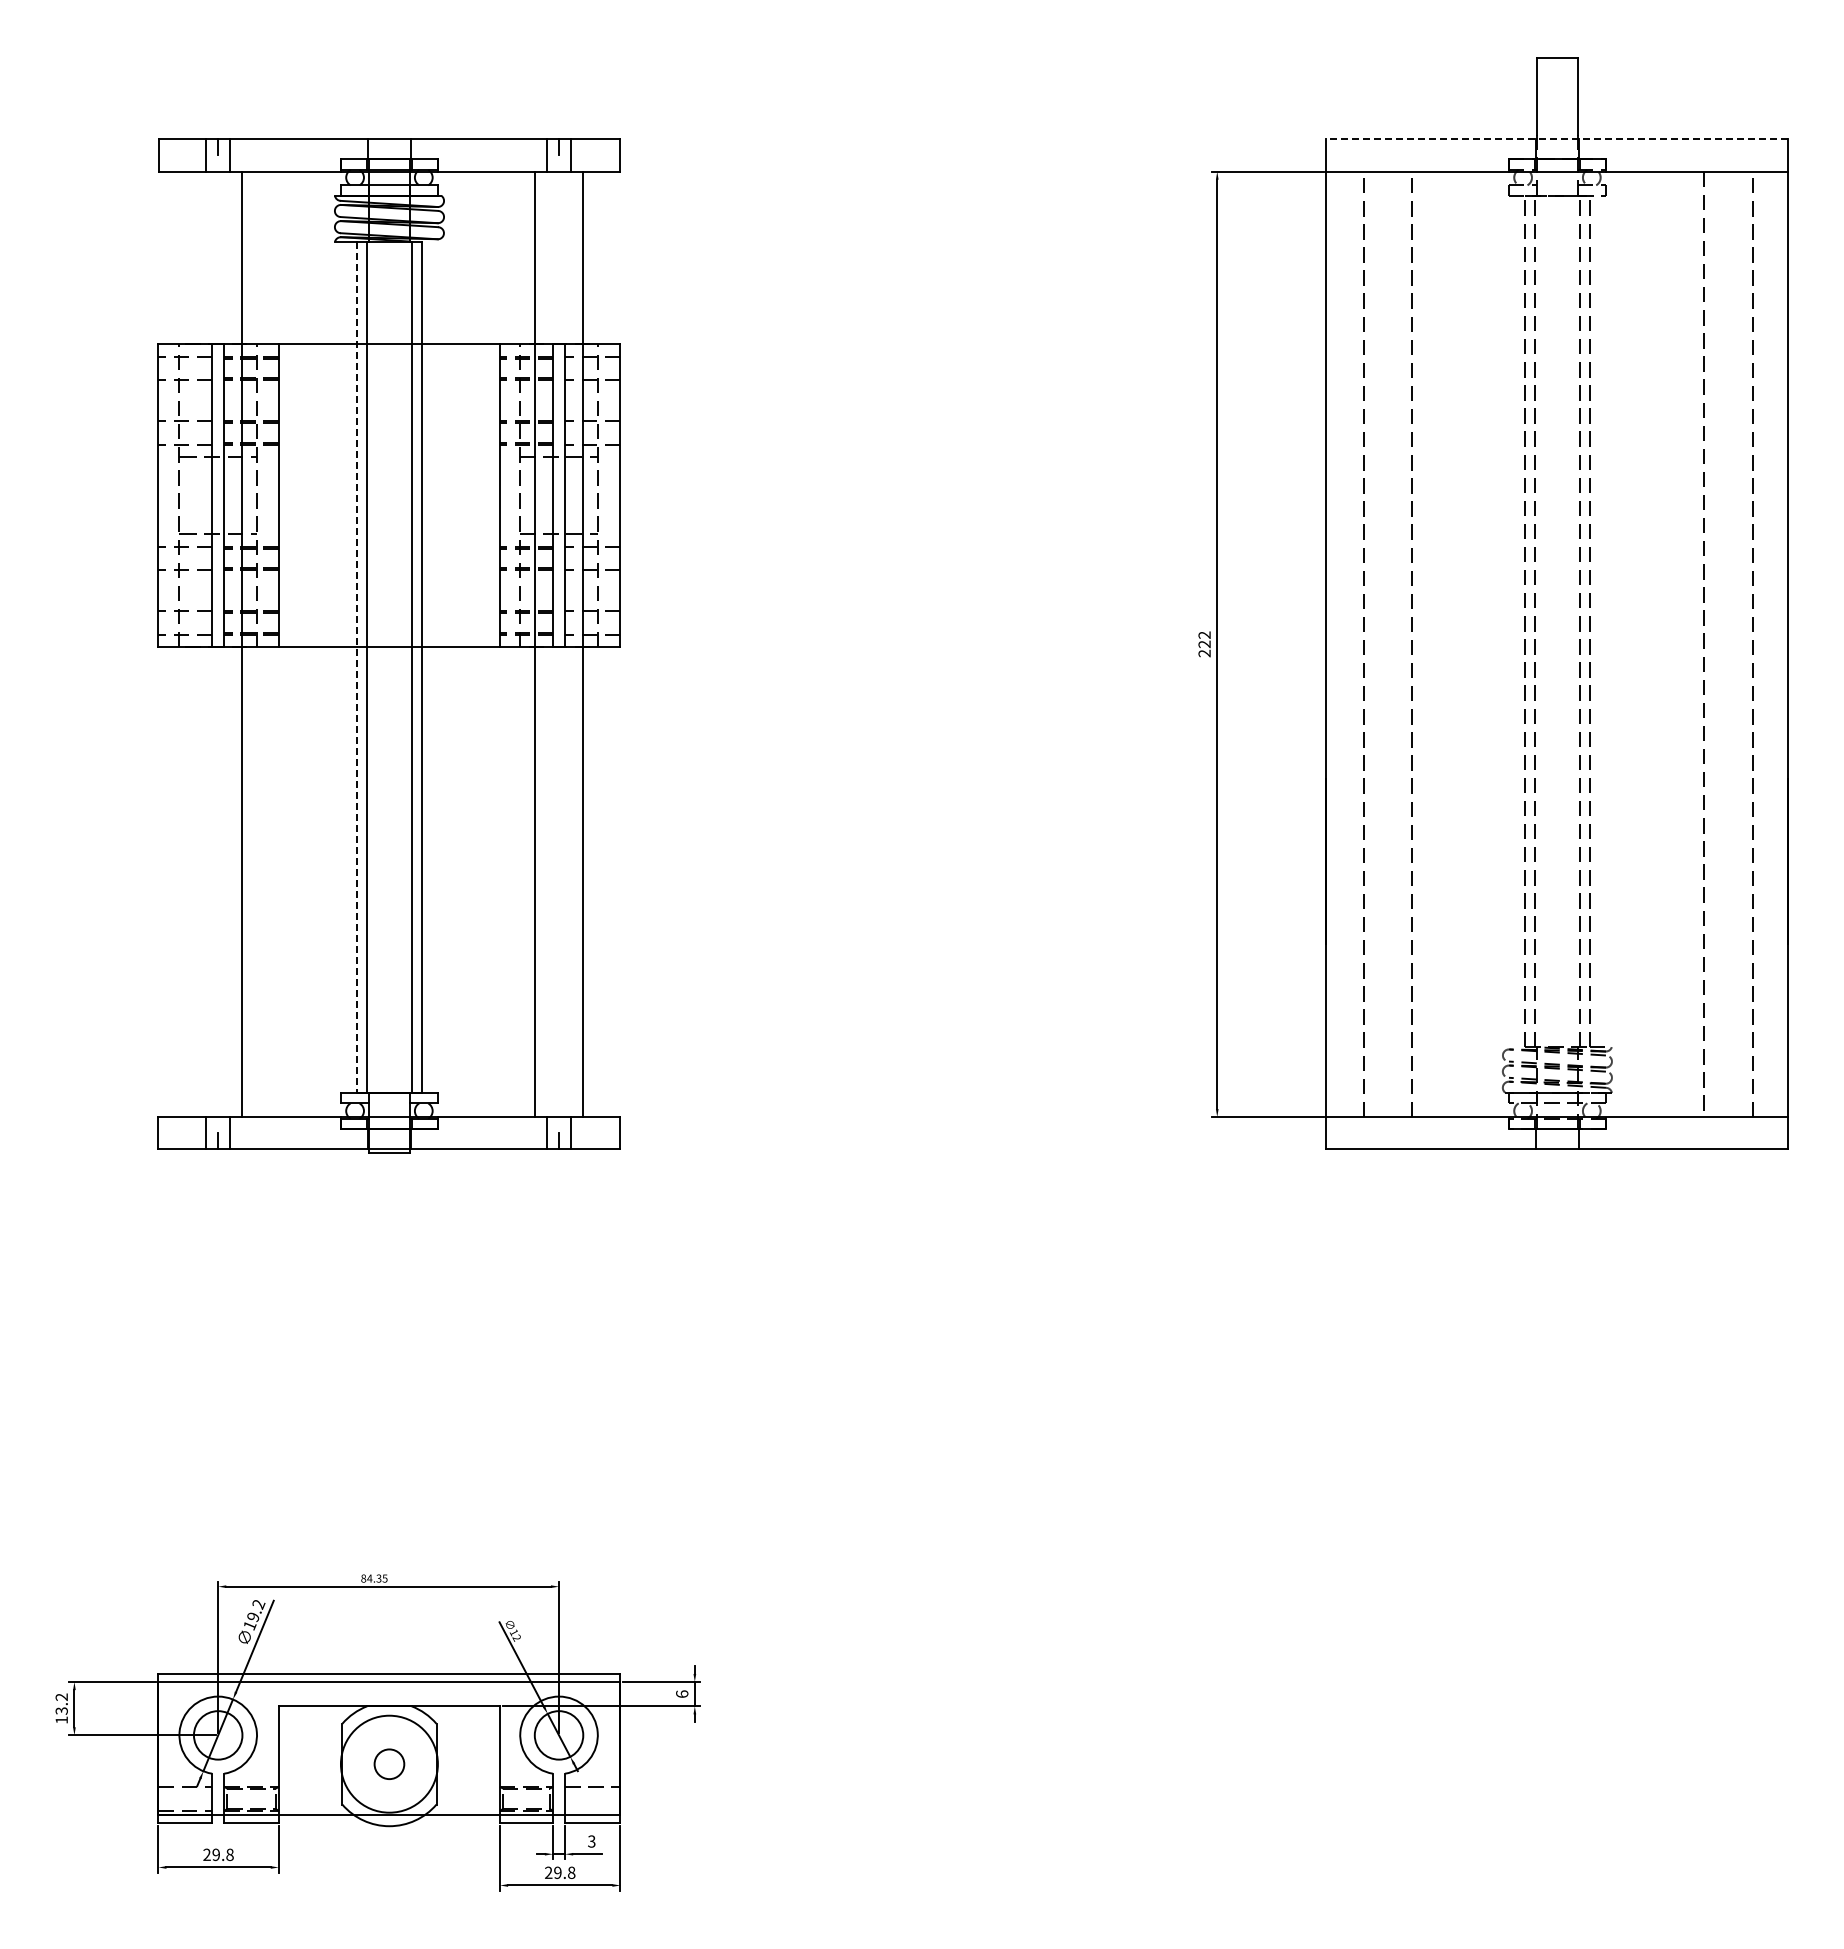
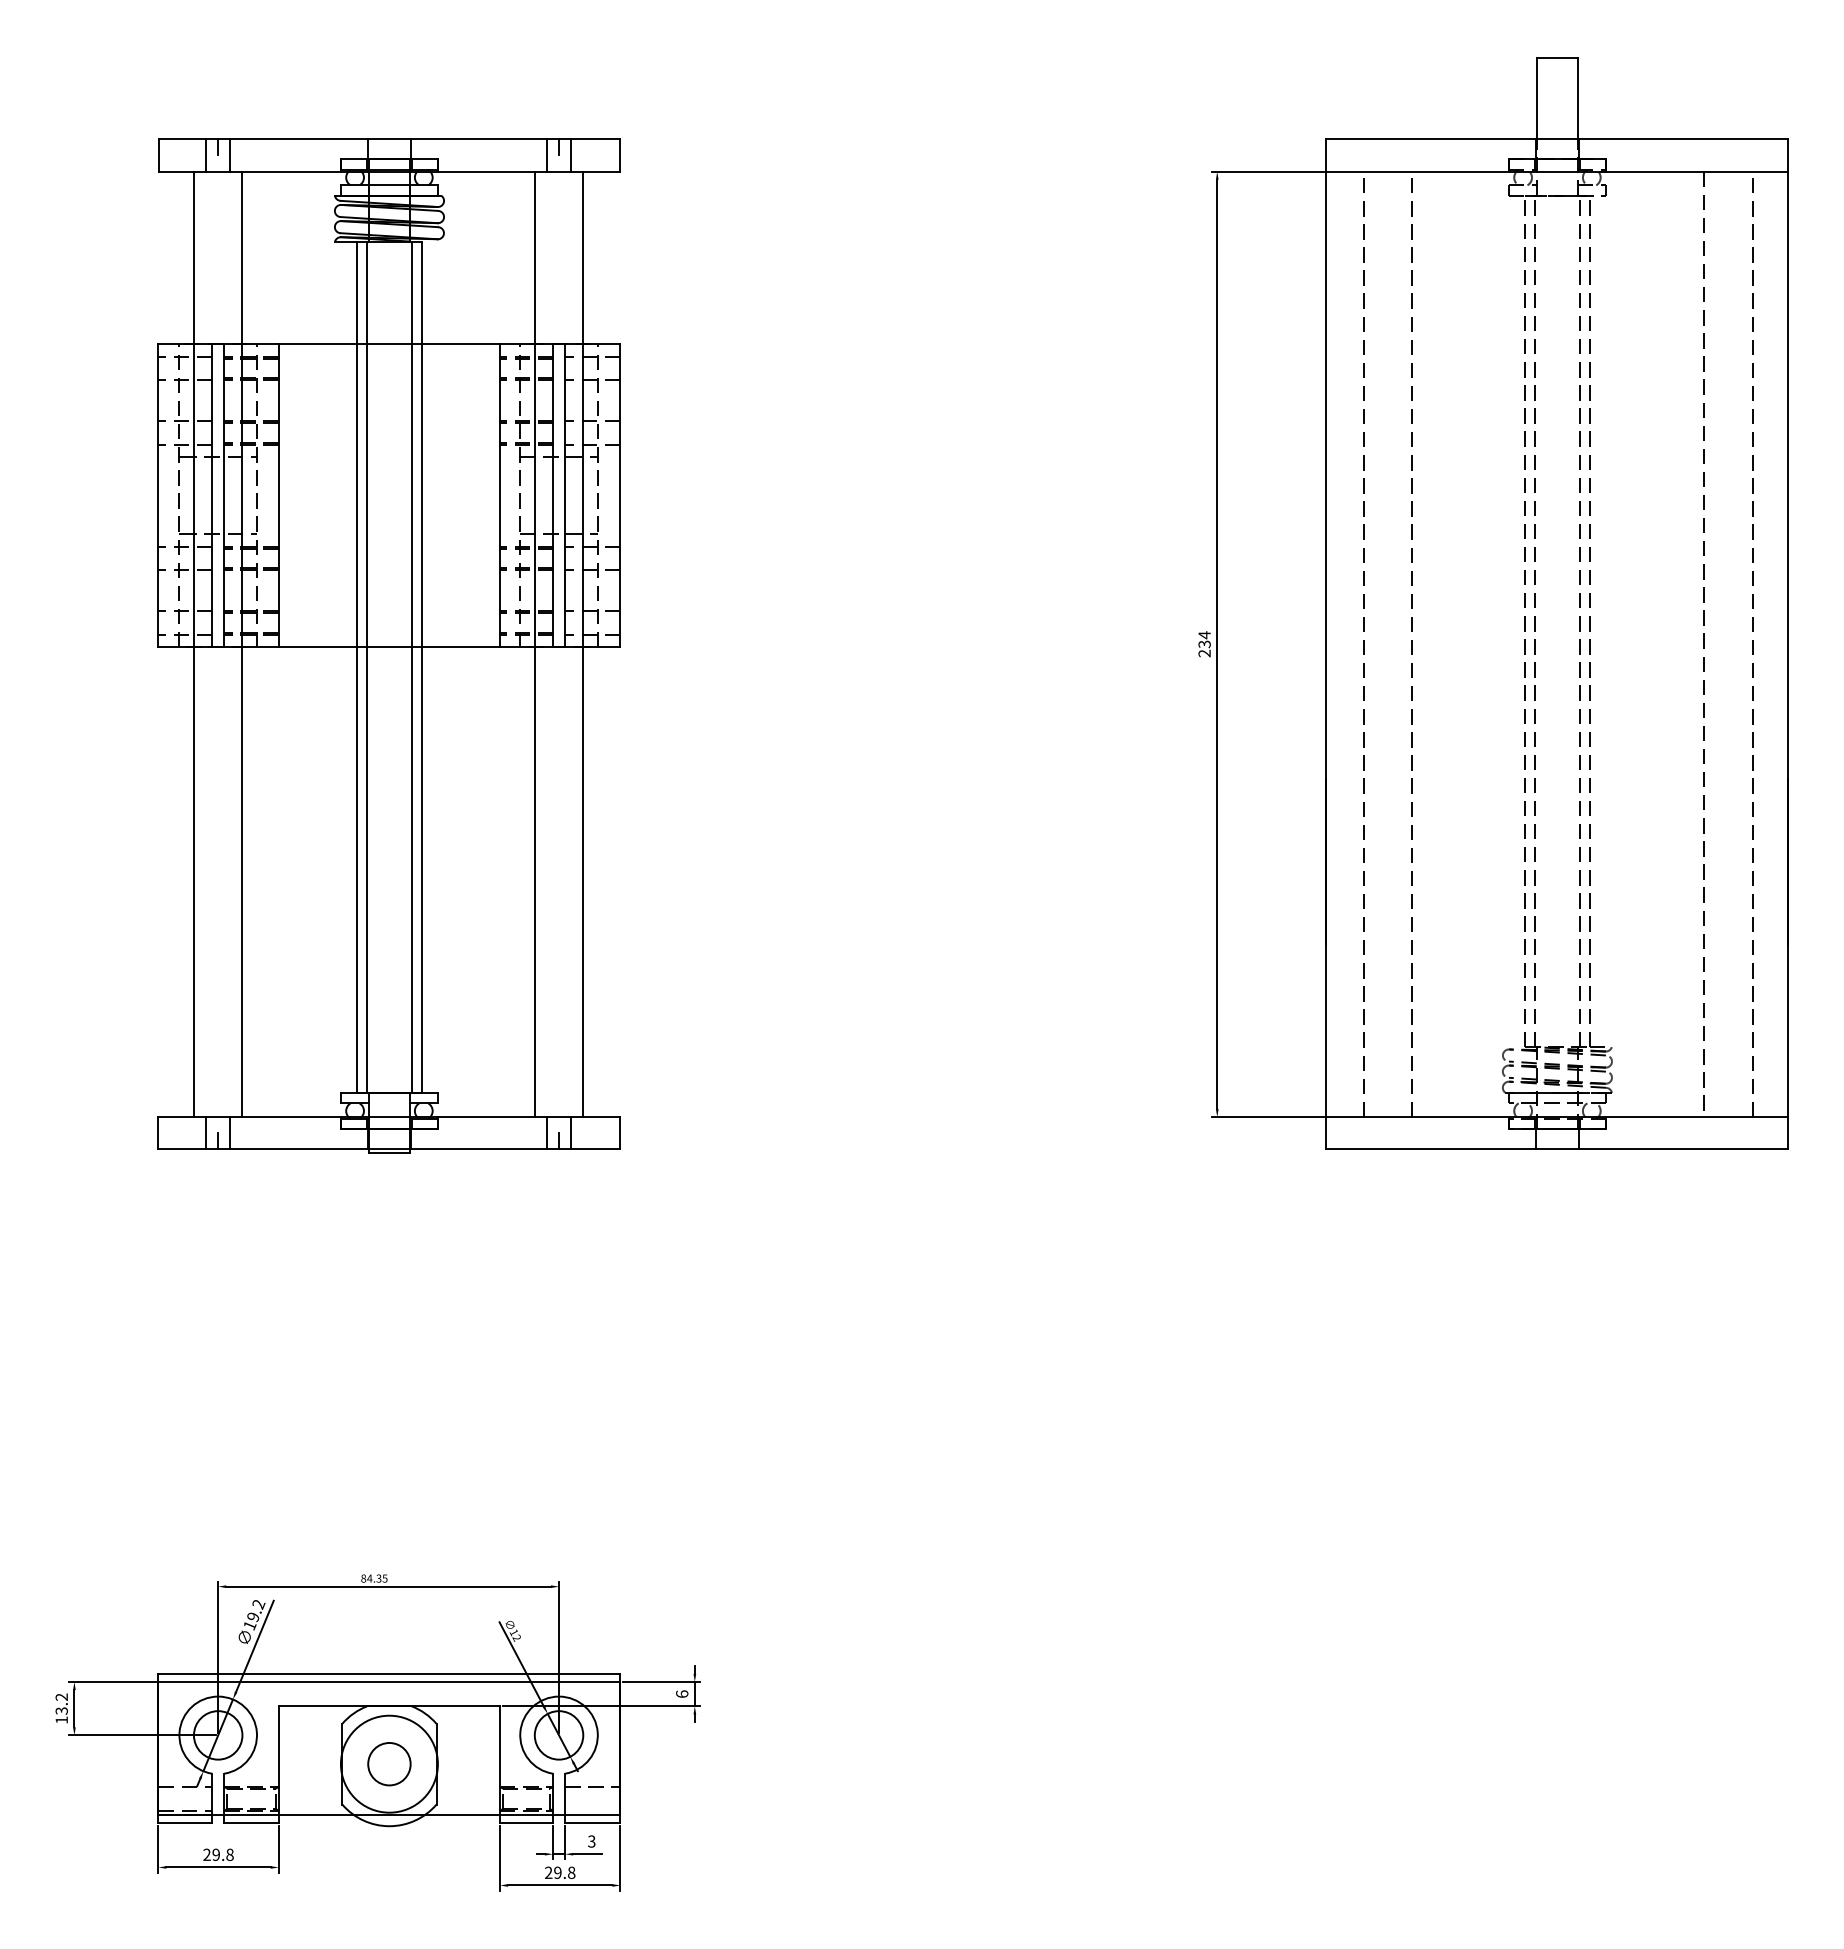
line at (1556, 139): dashed -> solid
text at (1204, 639): 222 -> 234
line at (193, 644): none -> present
line at (357, 667): dashed -> solid
circle at (389, 1763) size: 33x32 px -> 45x45 px
